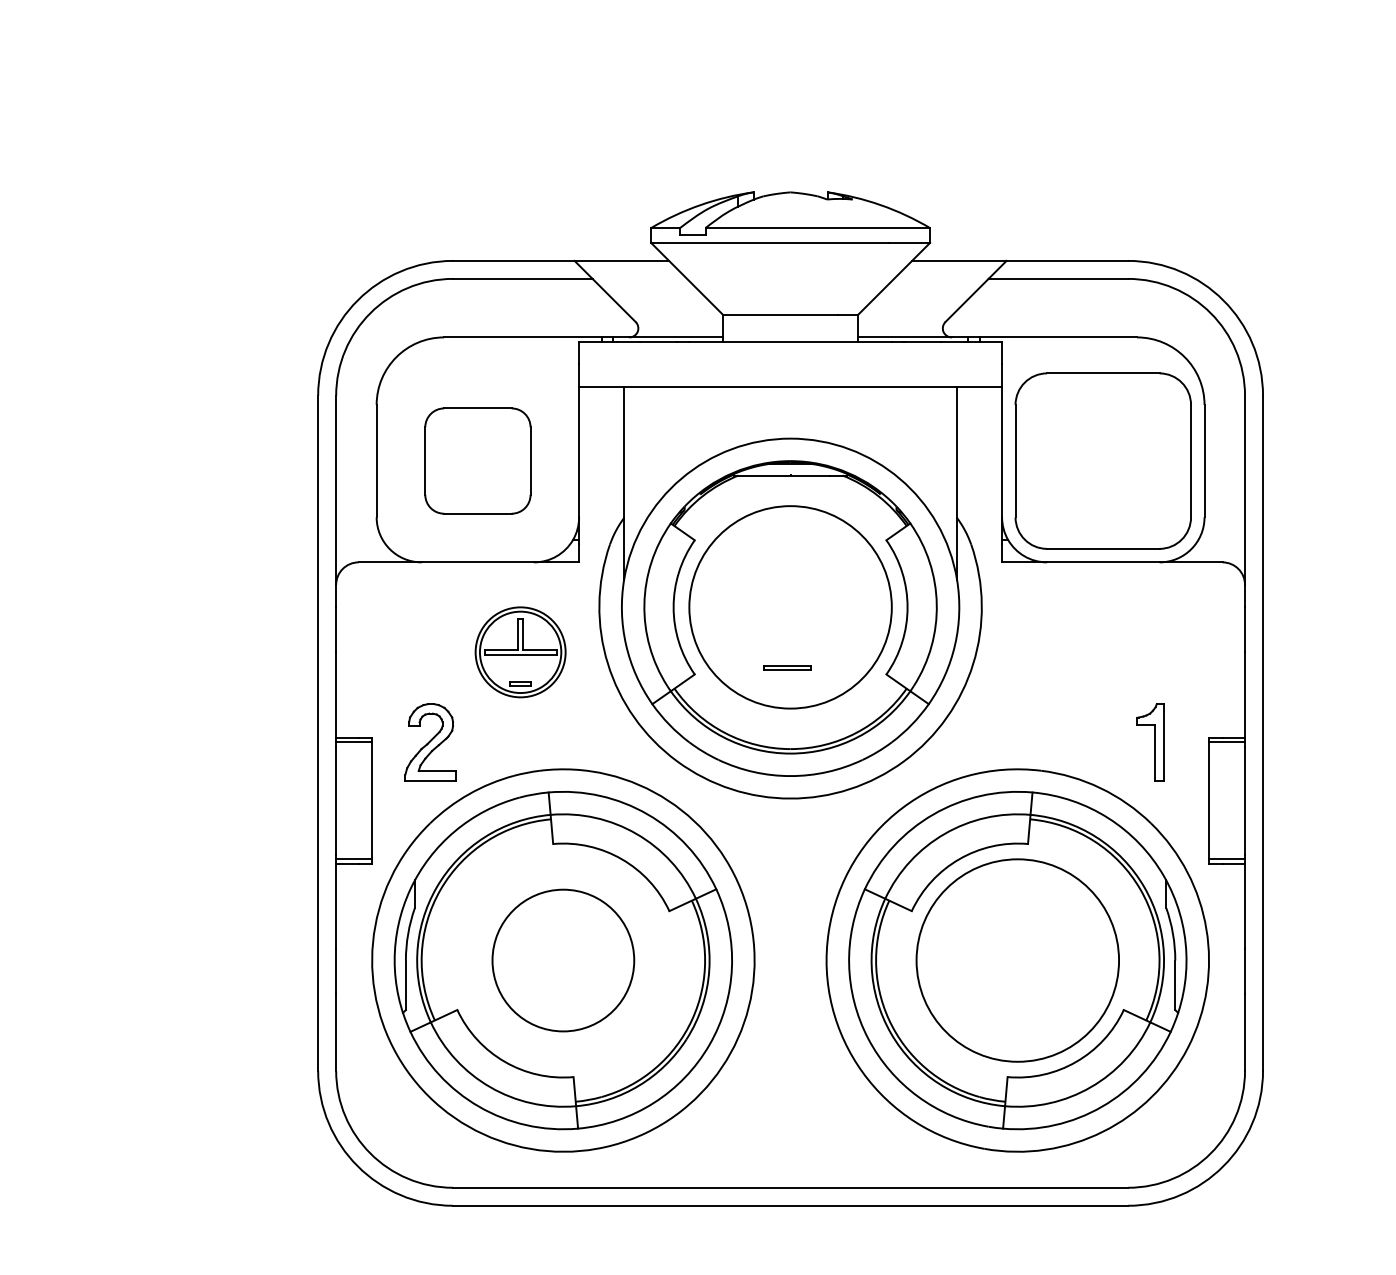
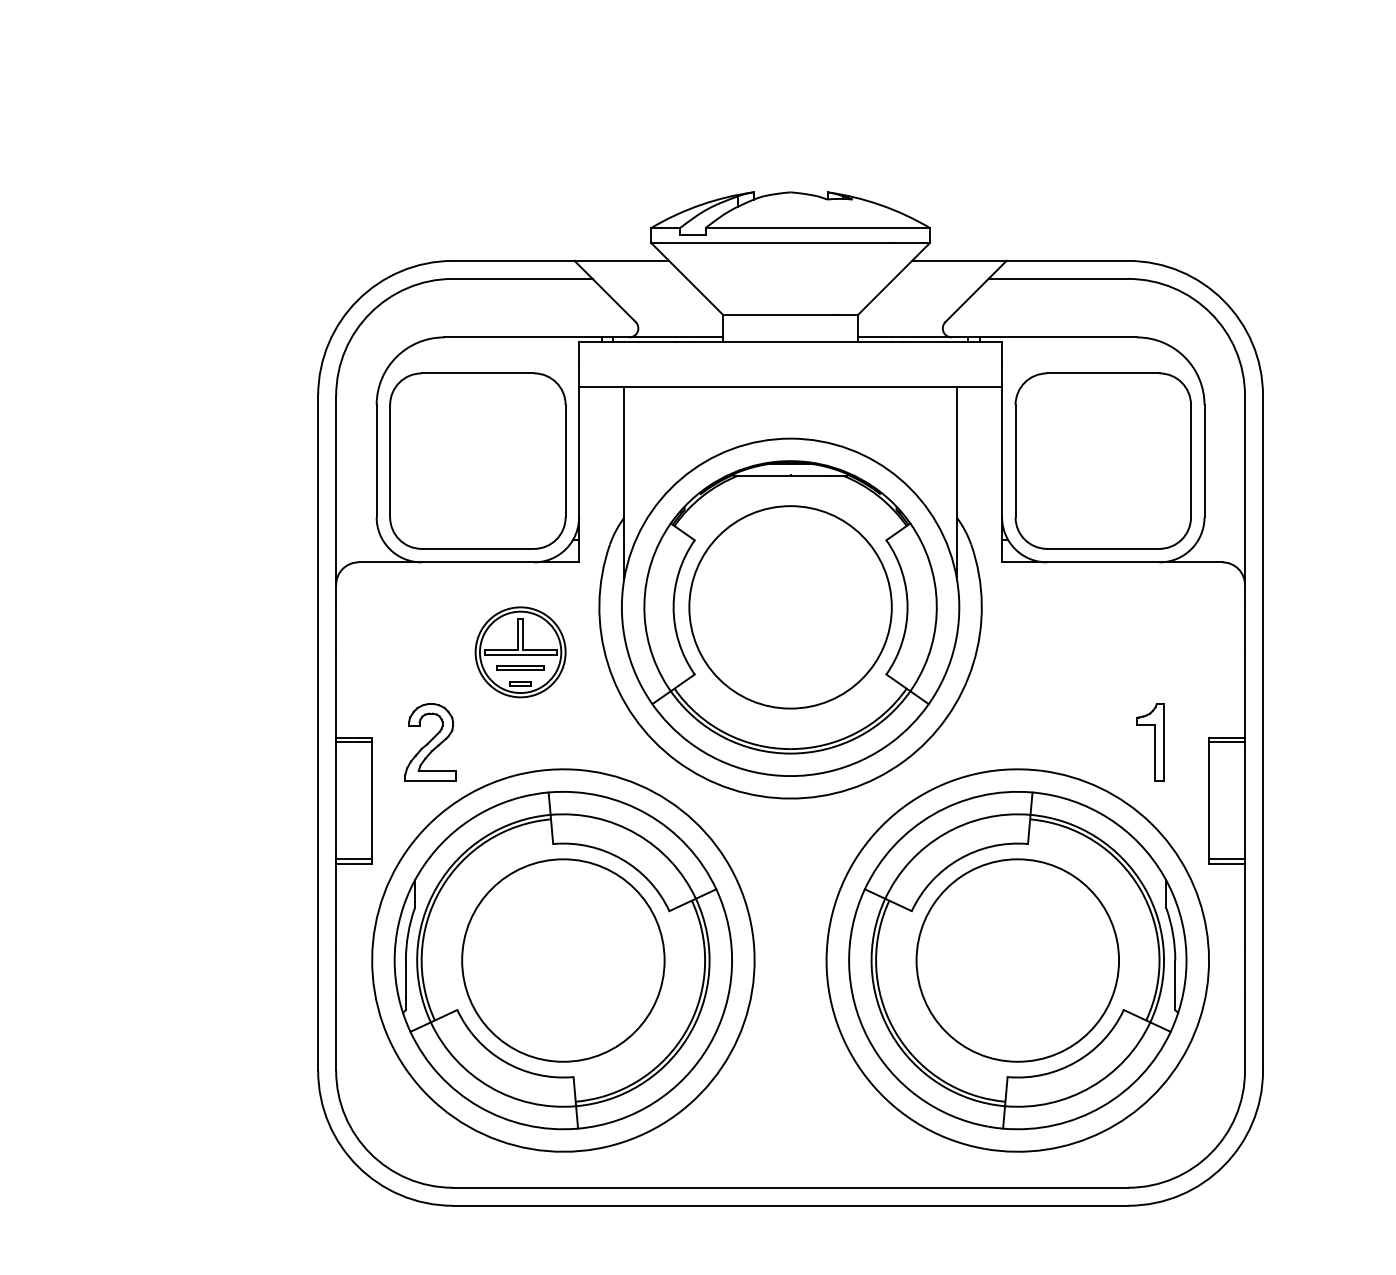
part at (477, 460) size: 108x108 px -> 178x178 px
part at (787, 667) position: (787, 667) -> (520, 667)
circle at (563, 960) diameter: 142 px -> 202 px
